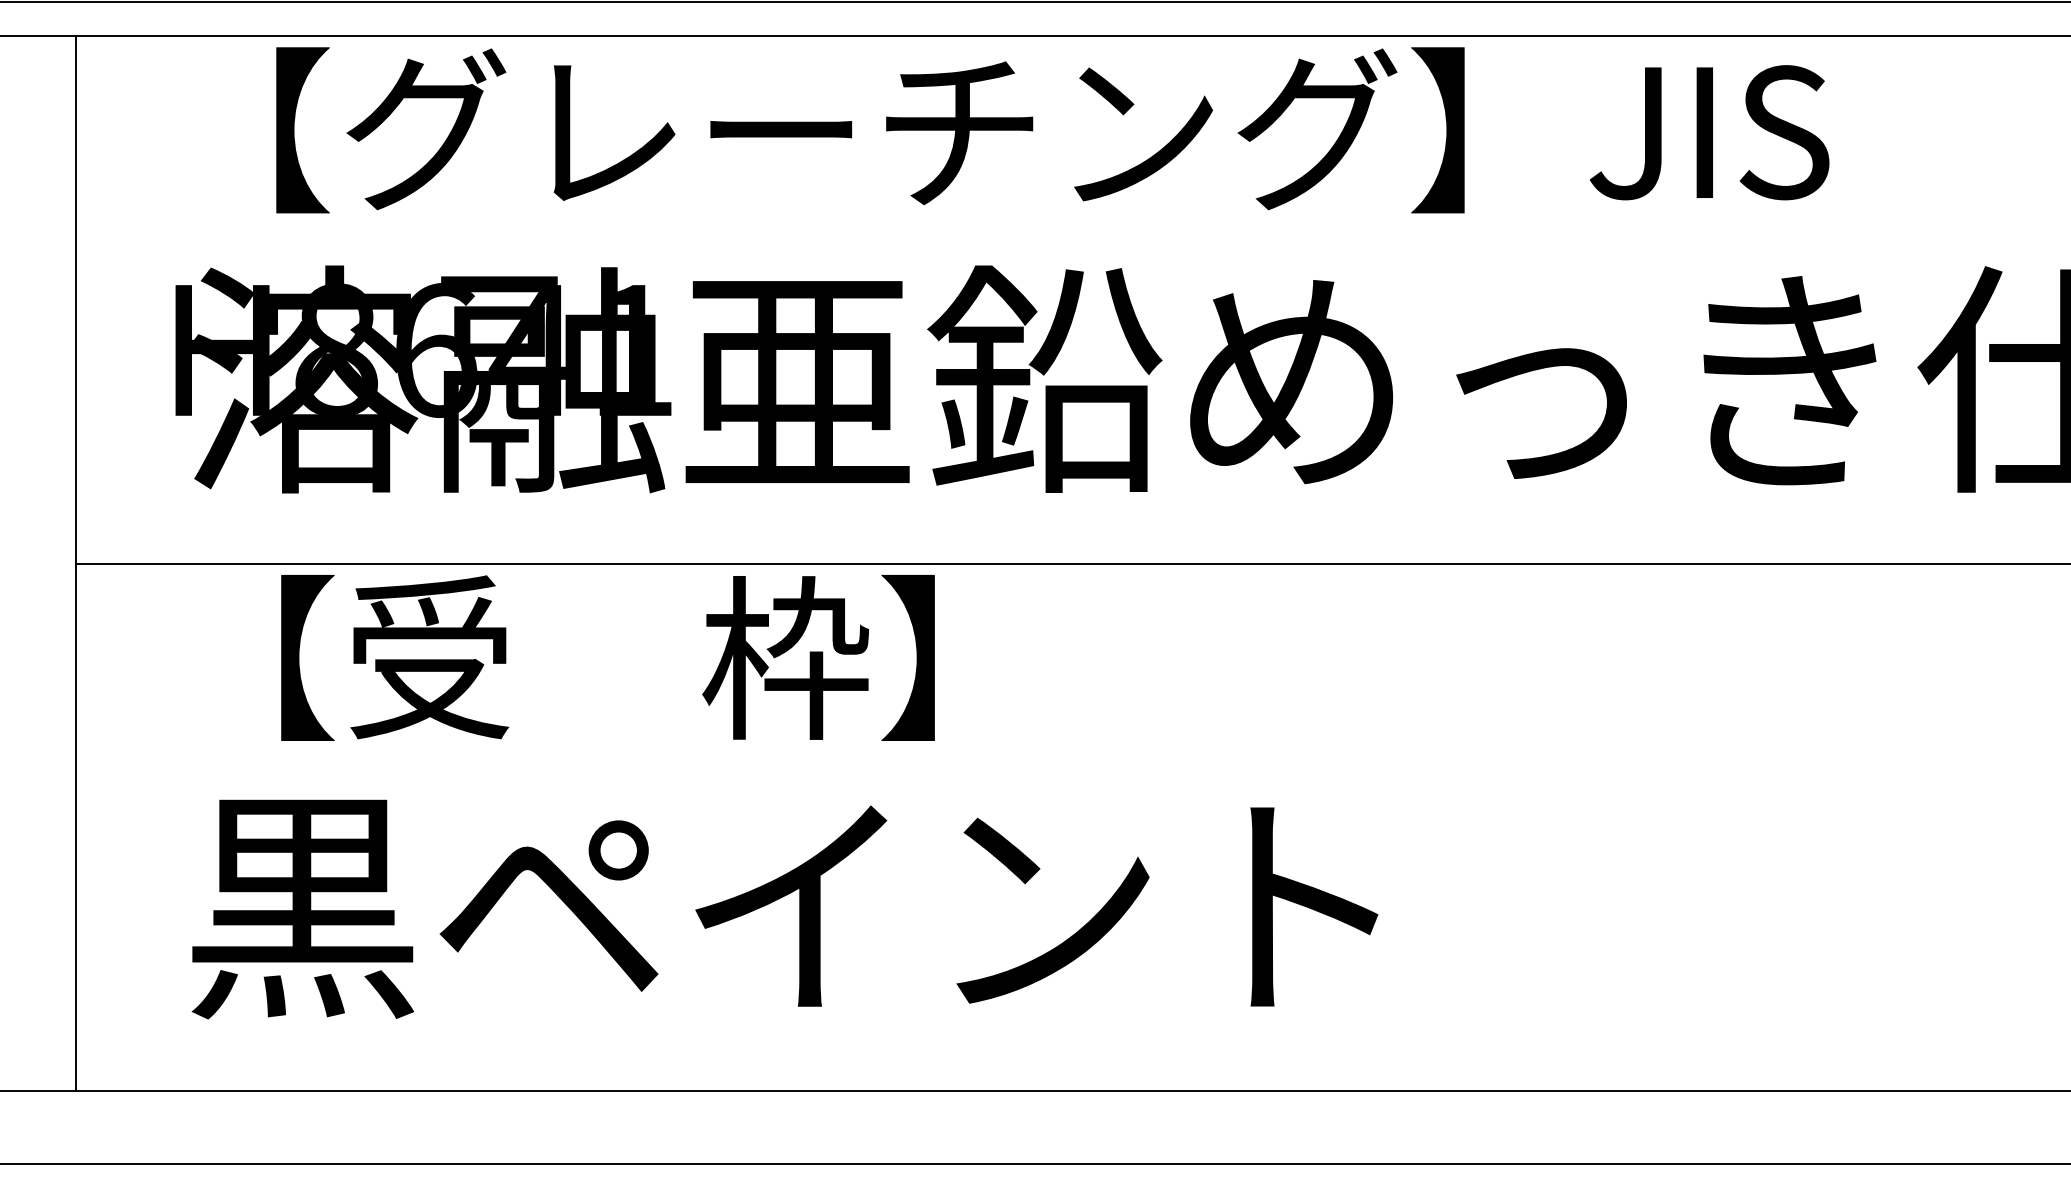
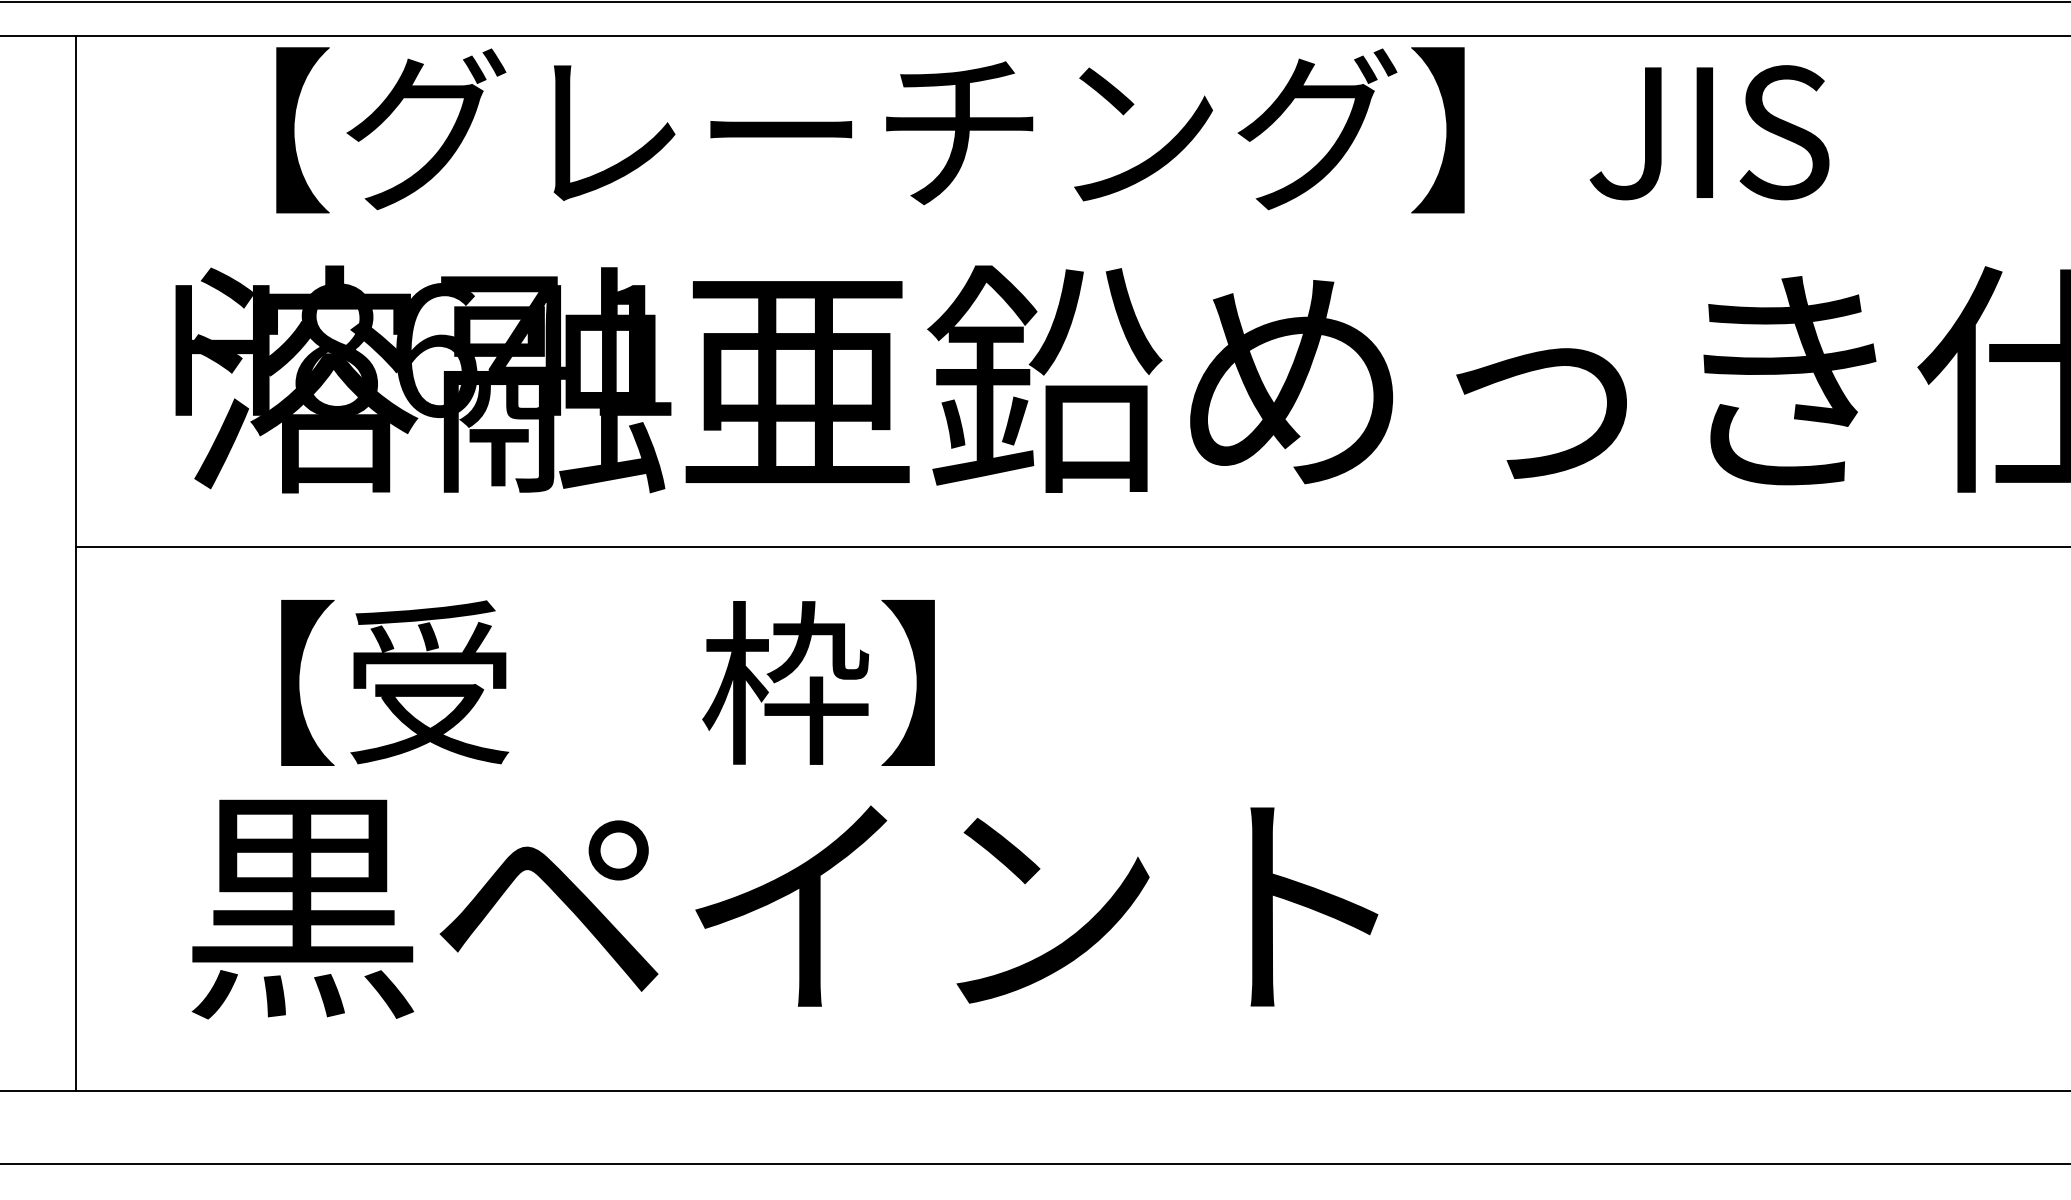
line at (1071, 563) position: (1071, 563) -> (1071, 546)
text at (607, 657) position: (607, 657) -> (607, 682)
